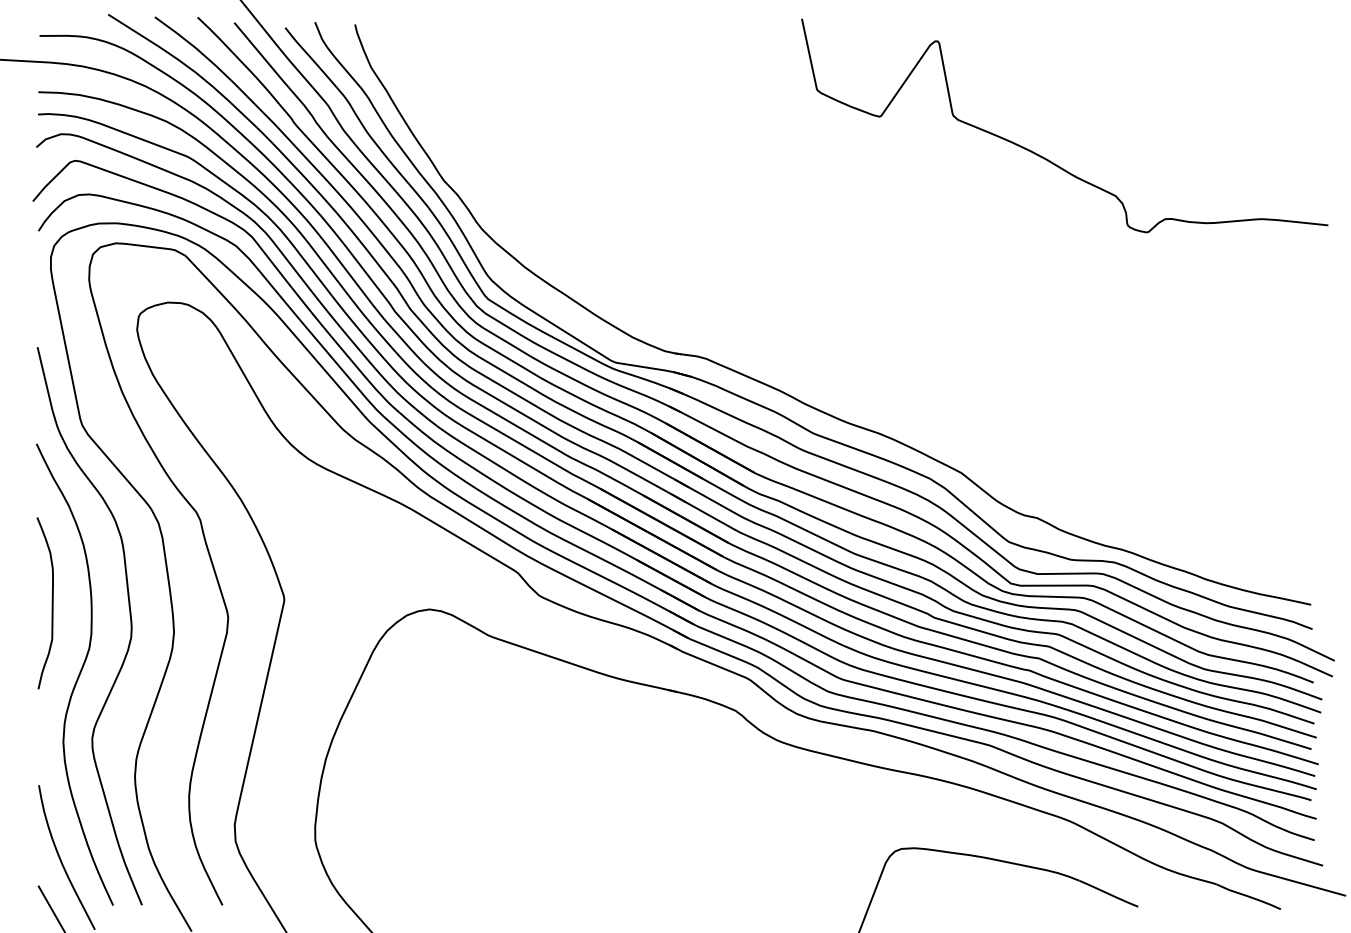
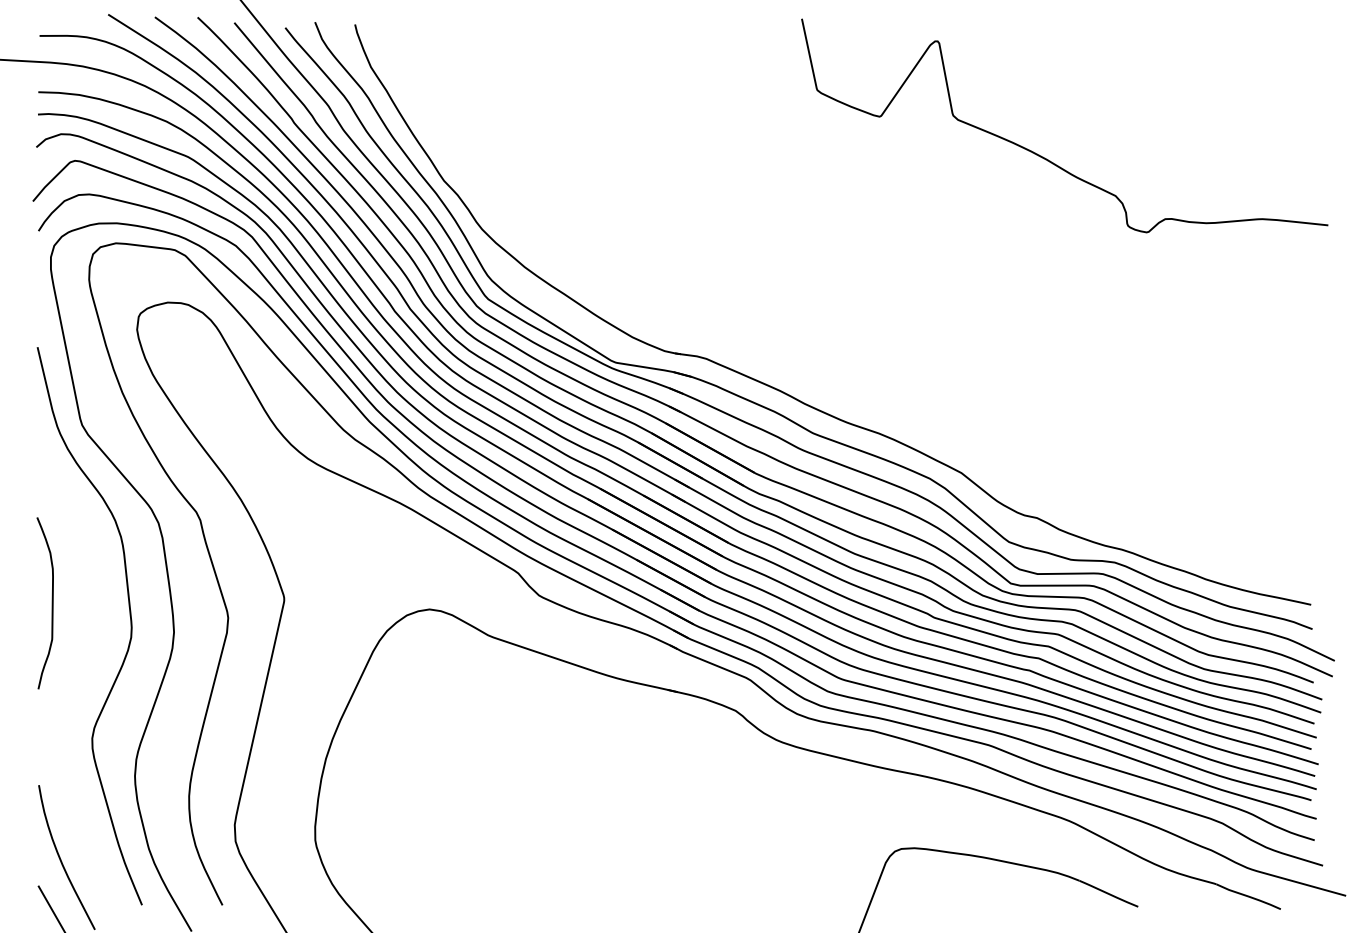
curve at (77, 676): present -> none
